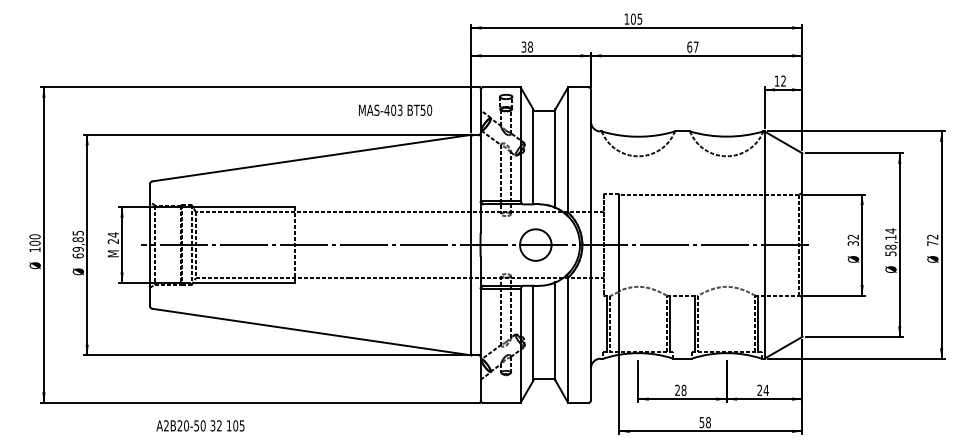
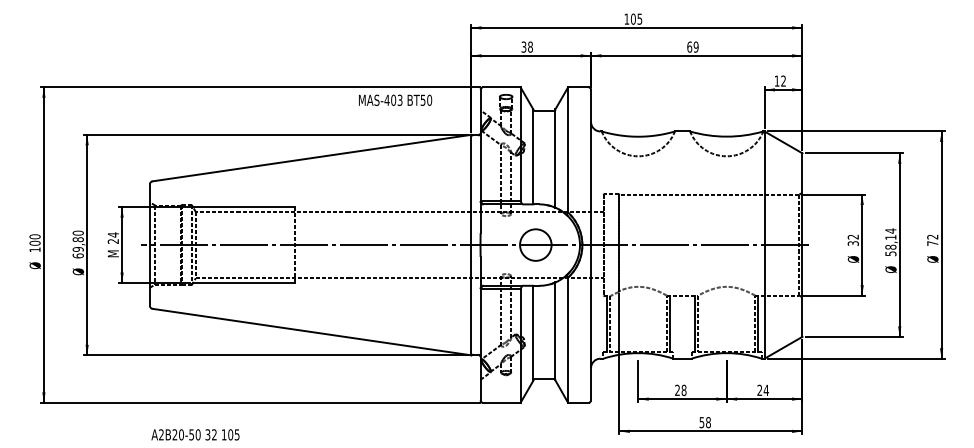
text at (695, 46): 67 -> 69
text at (395, 109) position: (395, 109) -> (395, 99)
text at (77, 232): 69,85 -> 69,80
text at (200, 425) position: (200, 425) -> (195, 434)
